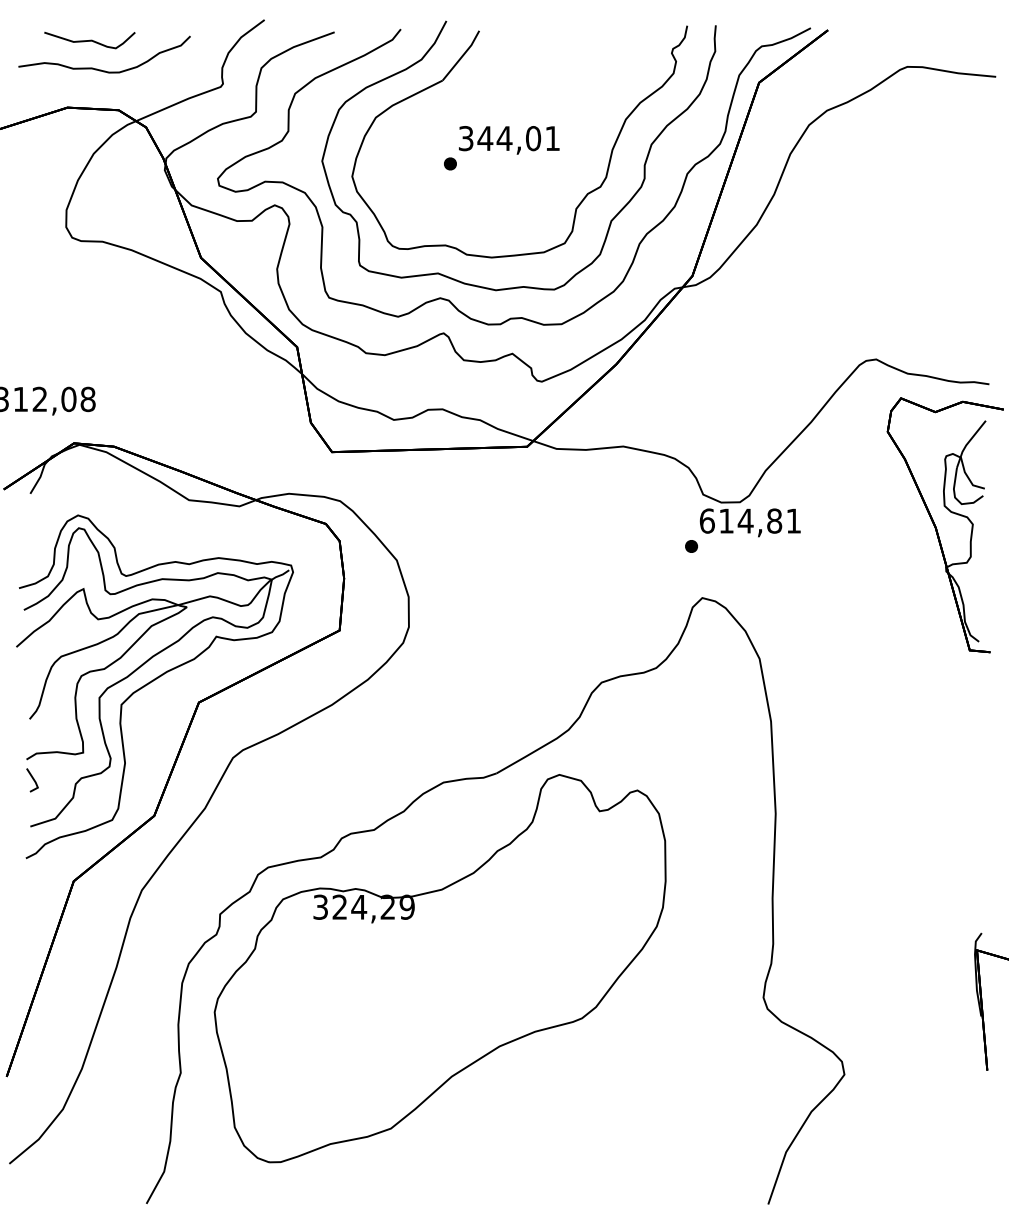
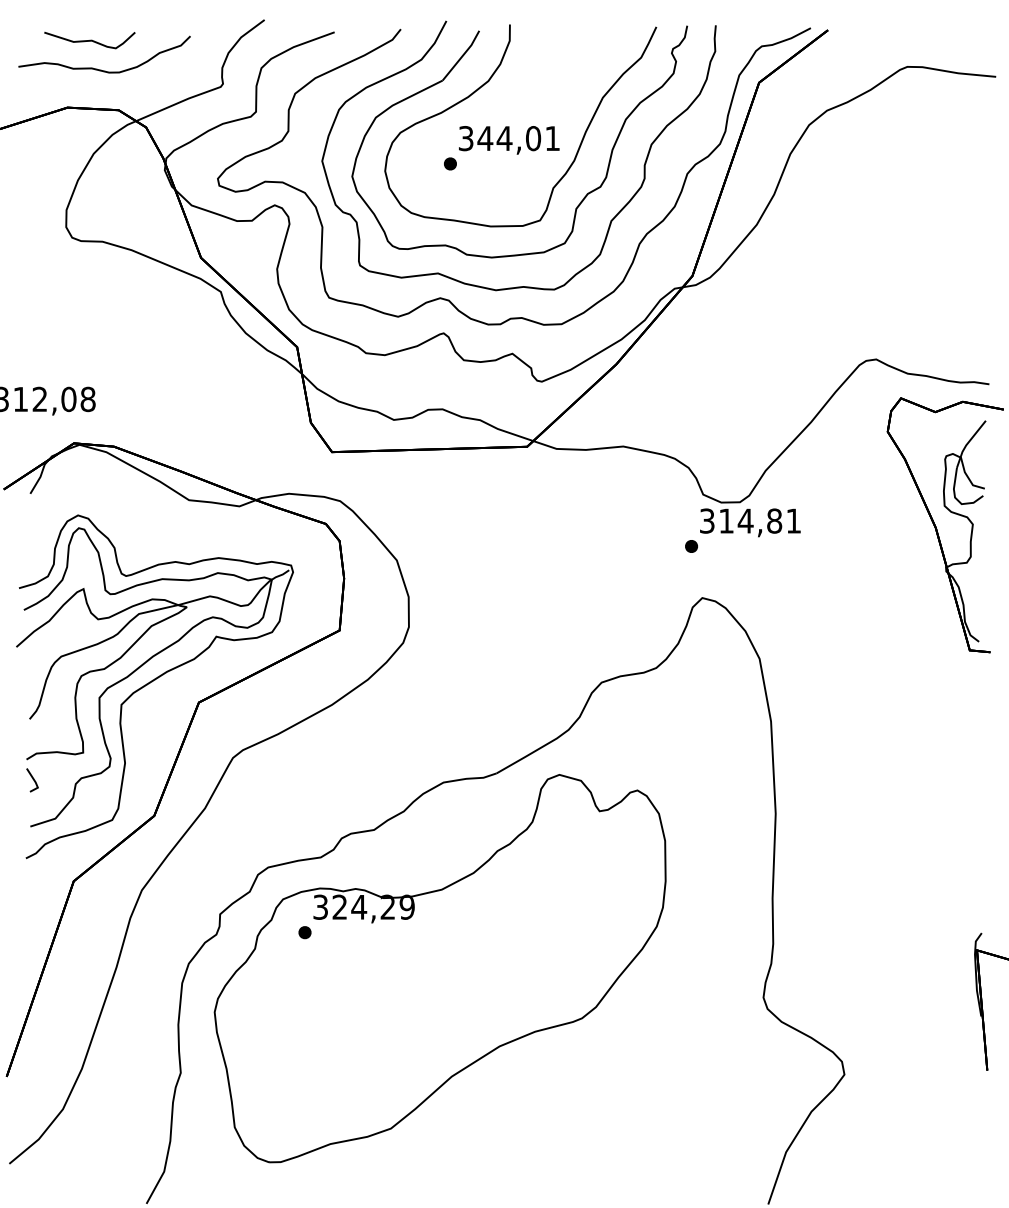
curve at (487, 83): none -> present
text at (706, 520): 614,81 -> 314,81
part at (304, 932): none -> present
